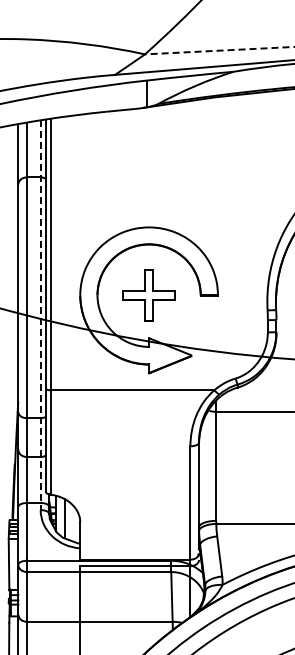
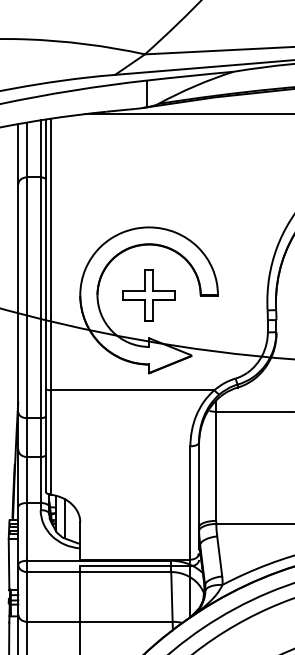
line at (219, 50): dashed -> solid
line at (187, 114): none -> present
line at (40, 315): dashed -> solid
